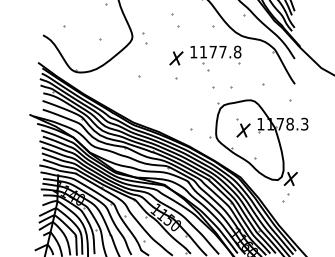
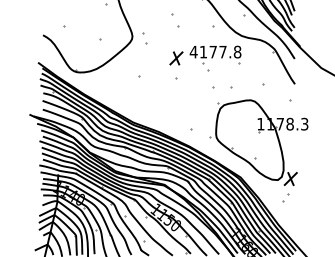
text at (193, 52): 1177.8 -> 4177.8
part at (243, 127): present -> none
